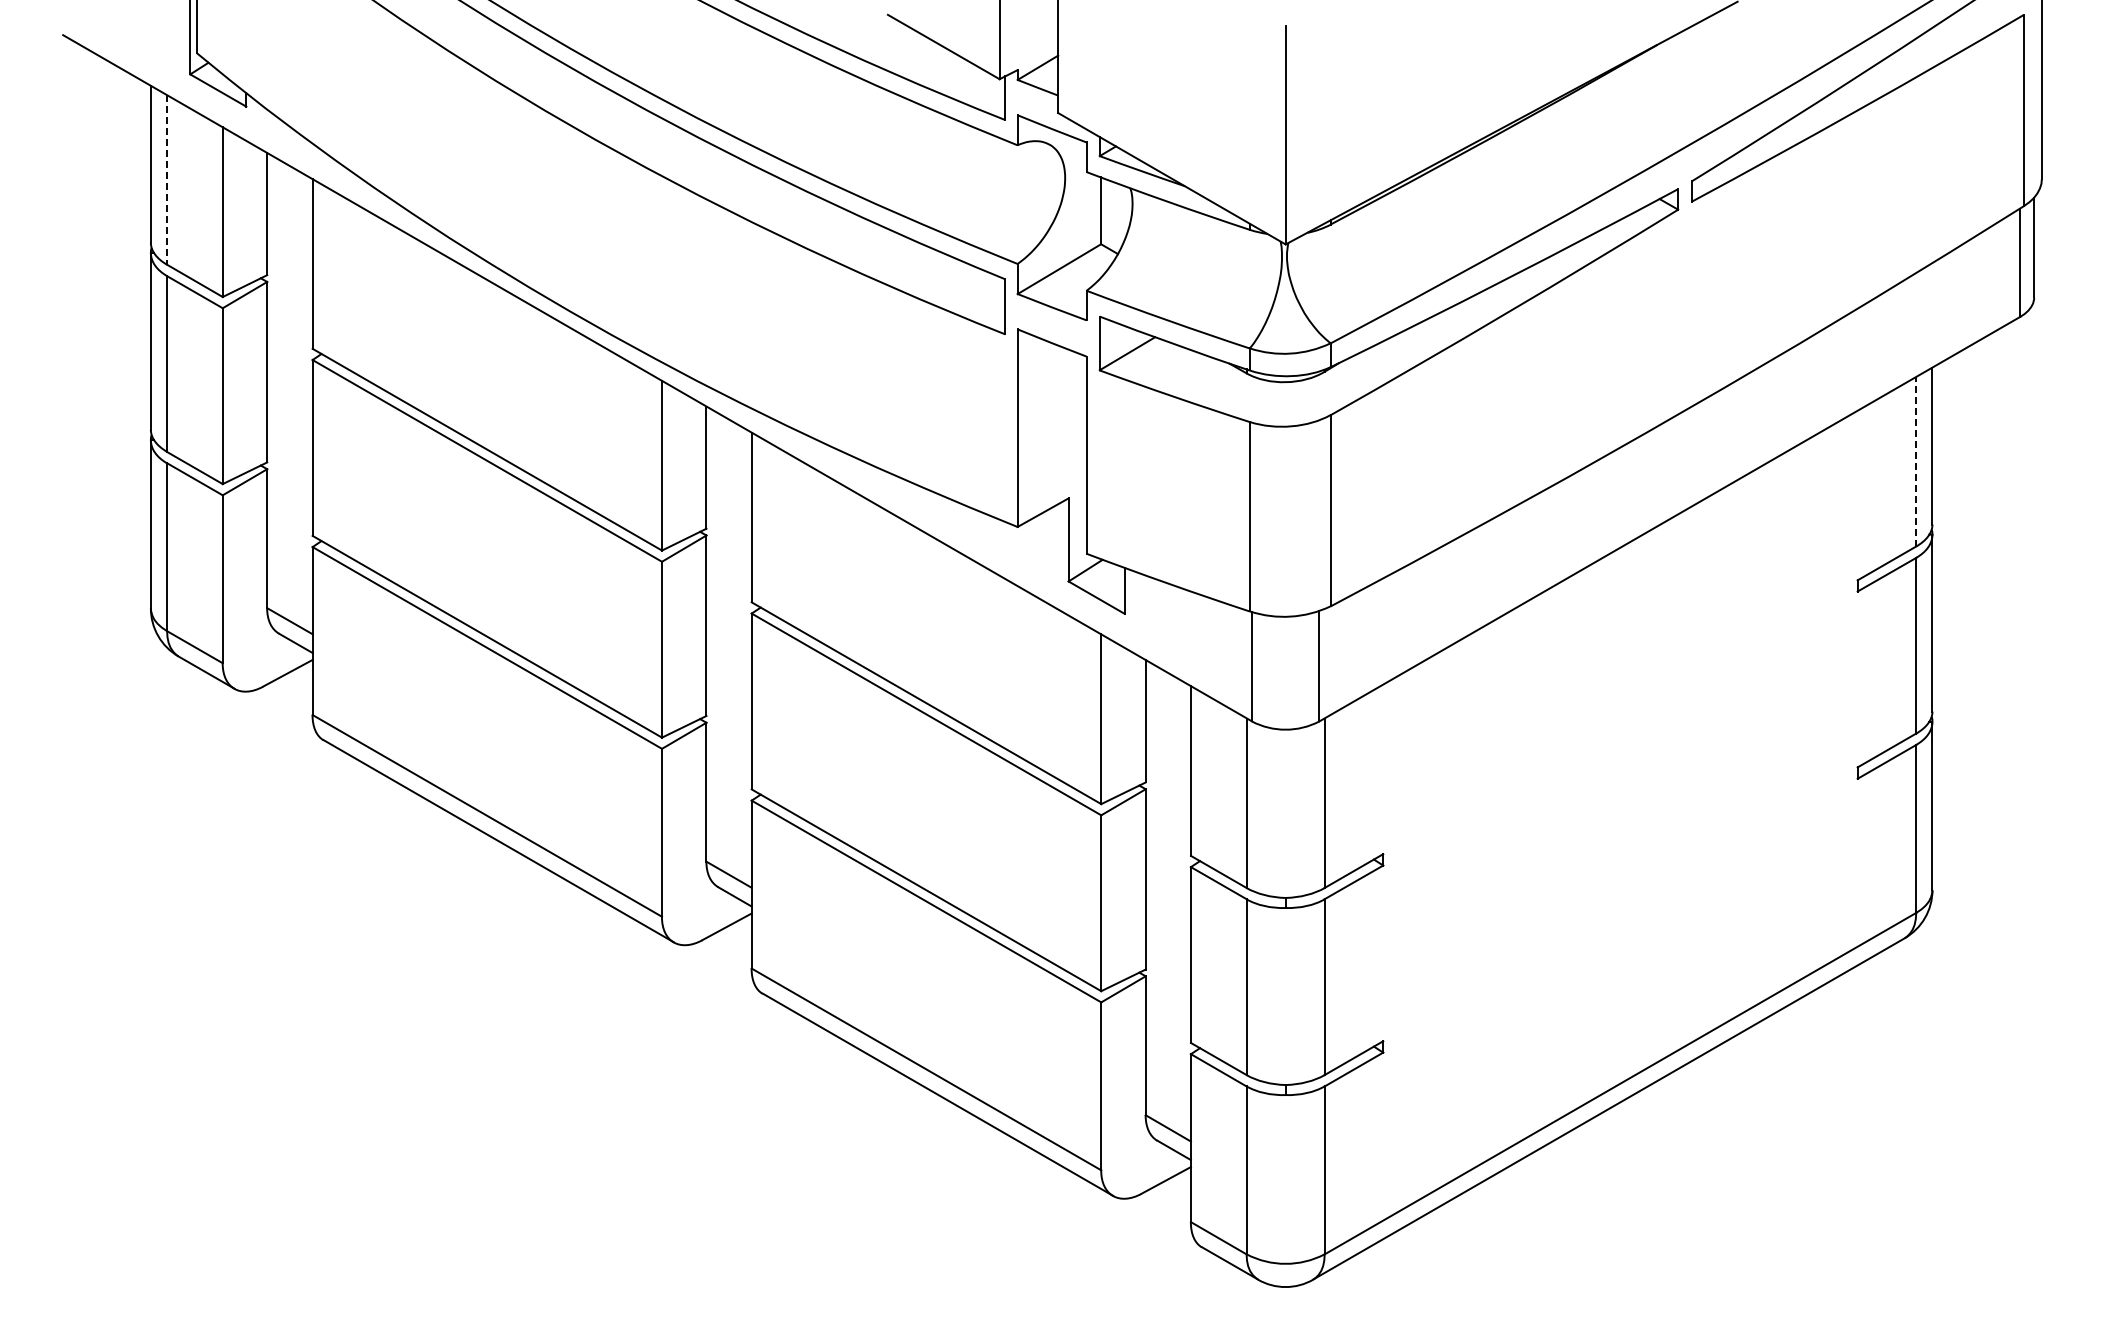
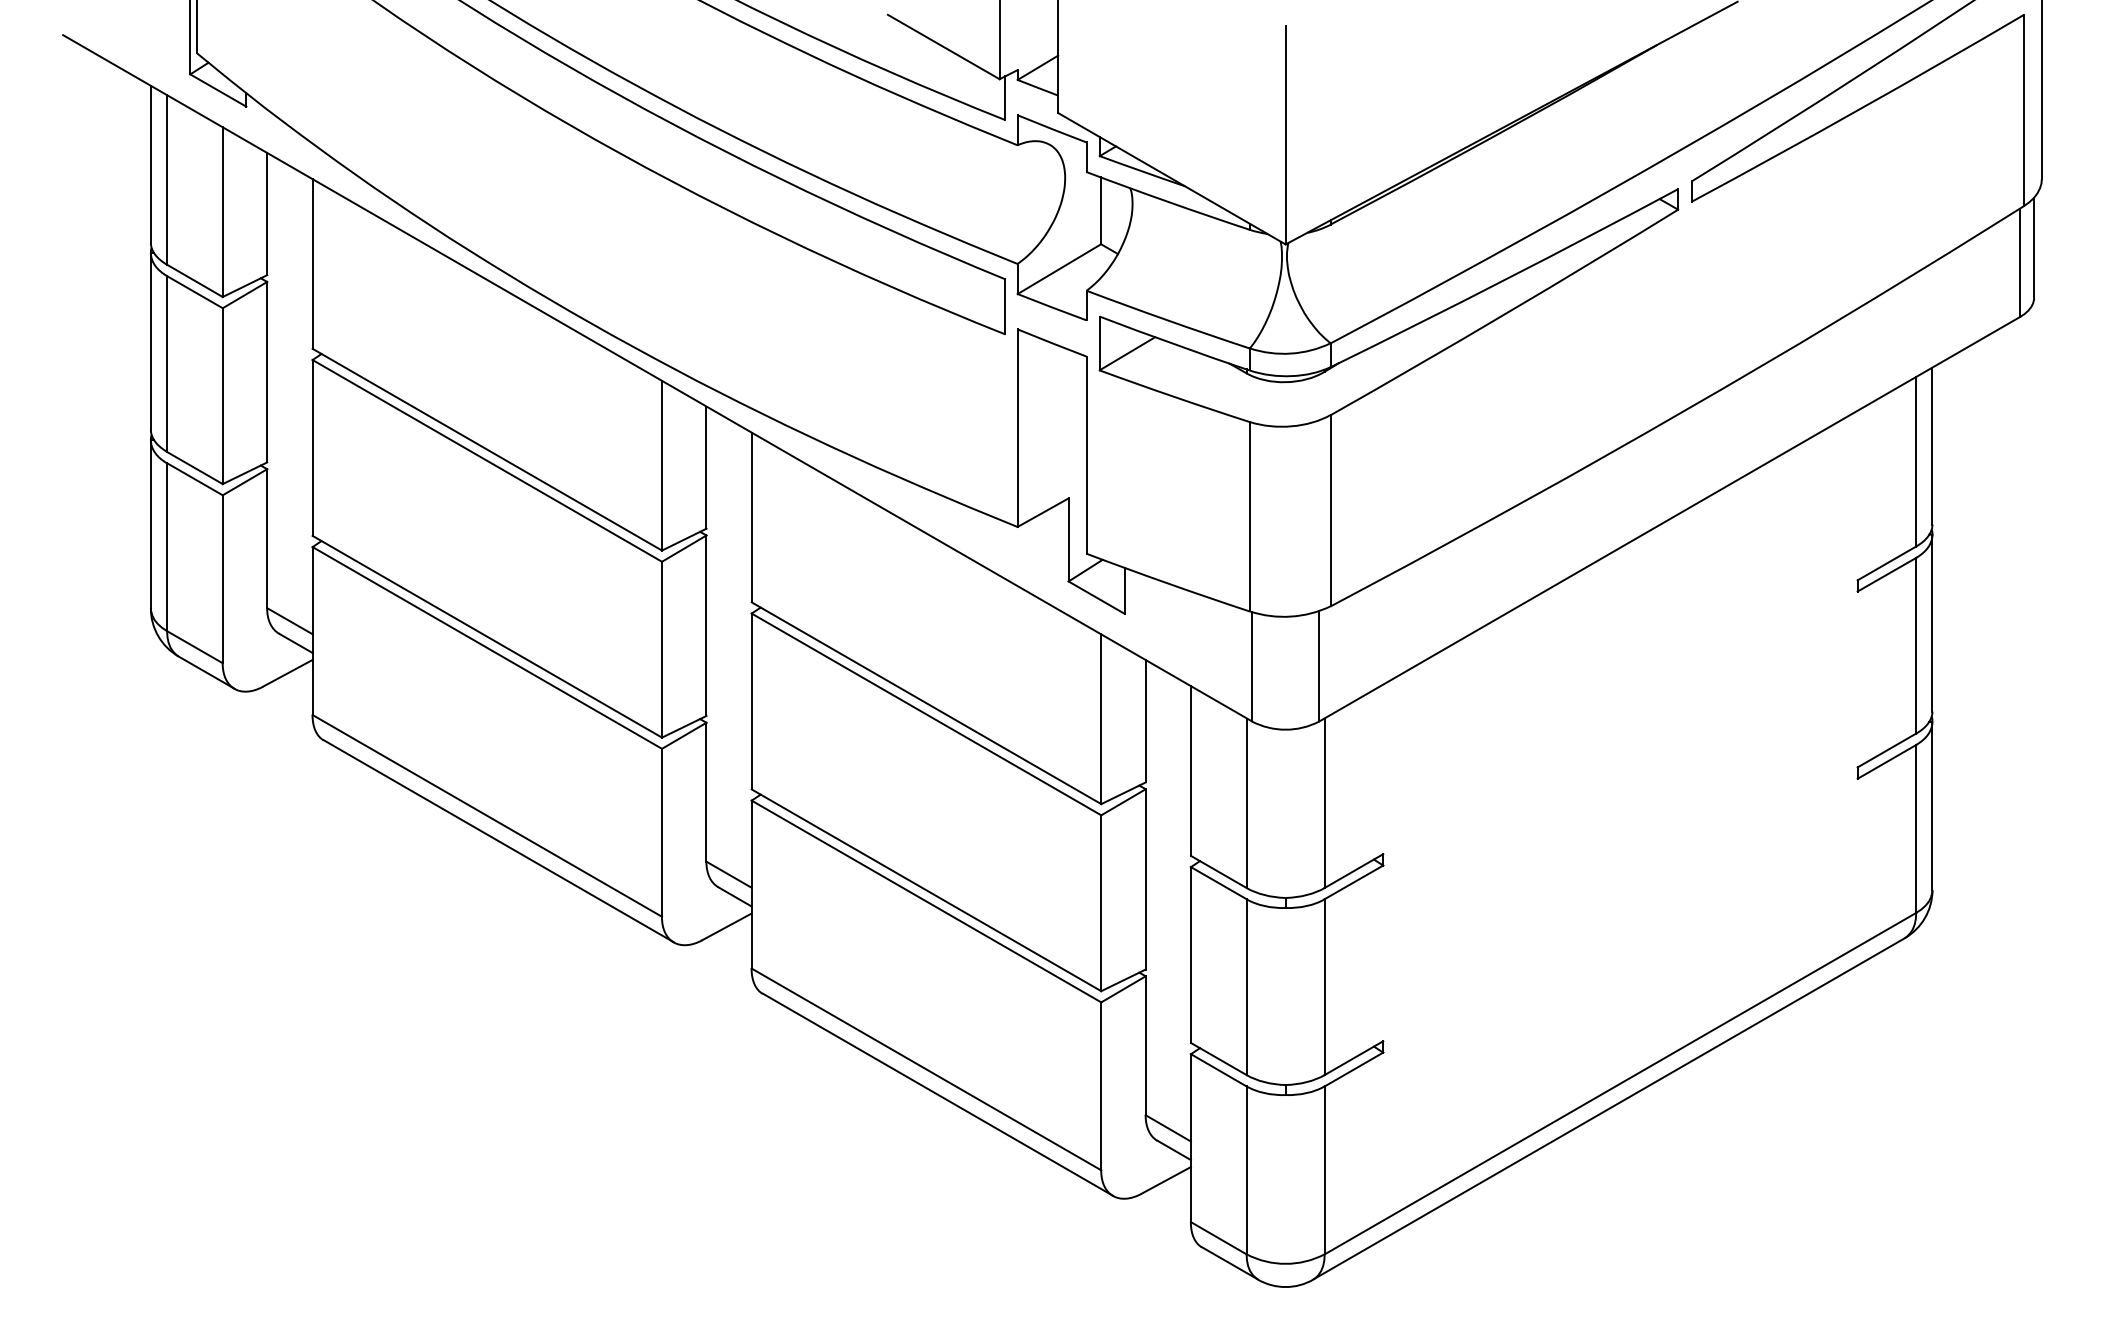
line at (167, 180): dashed -> solid
line at (1916, 461): dashed -> solid
